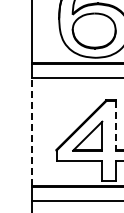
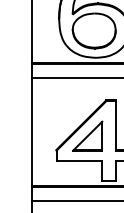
line at (115, 125): dashed -> solid
line at (31, 132): dashed -> solid
